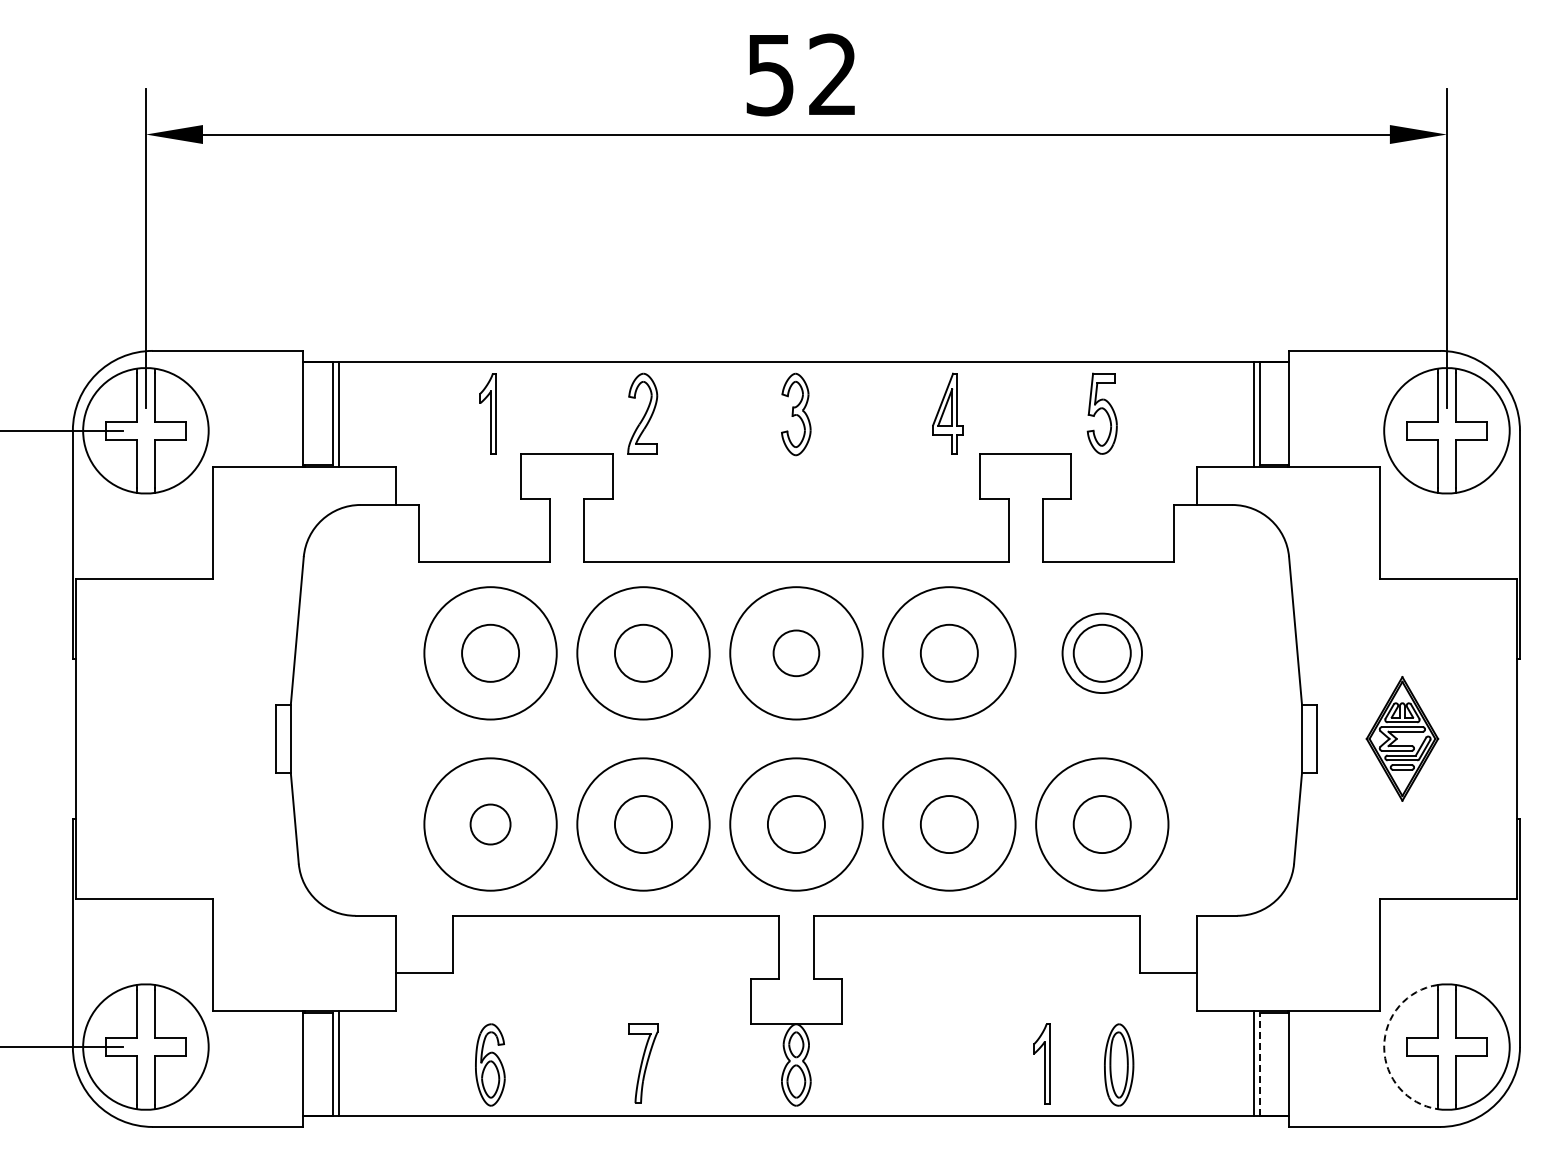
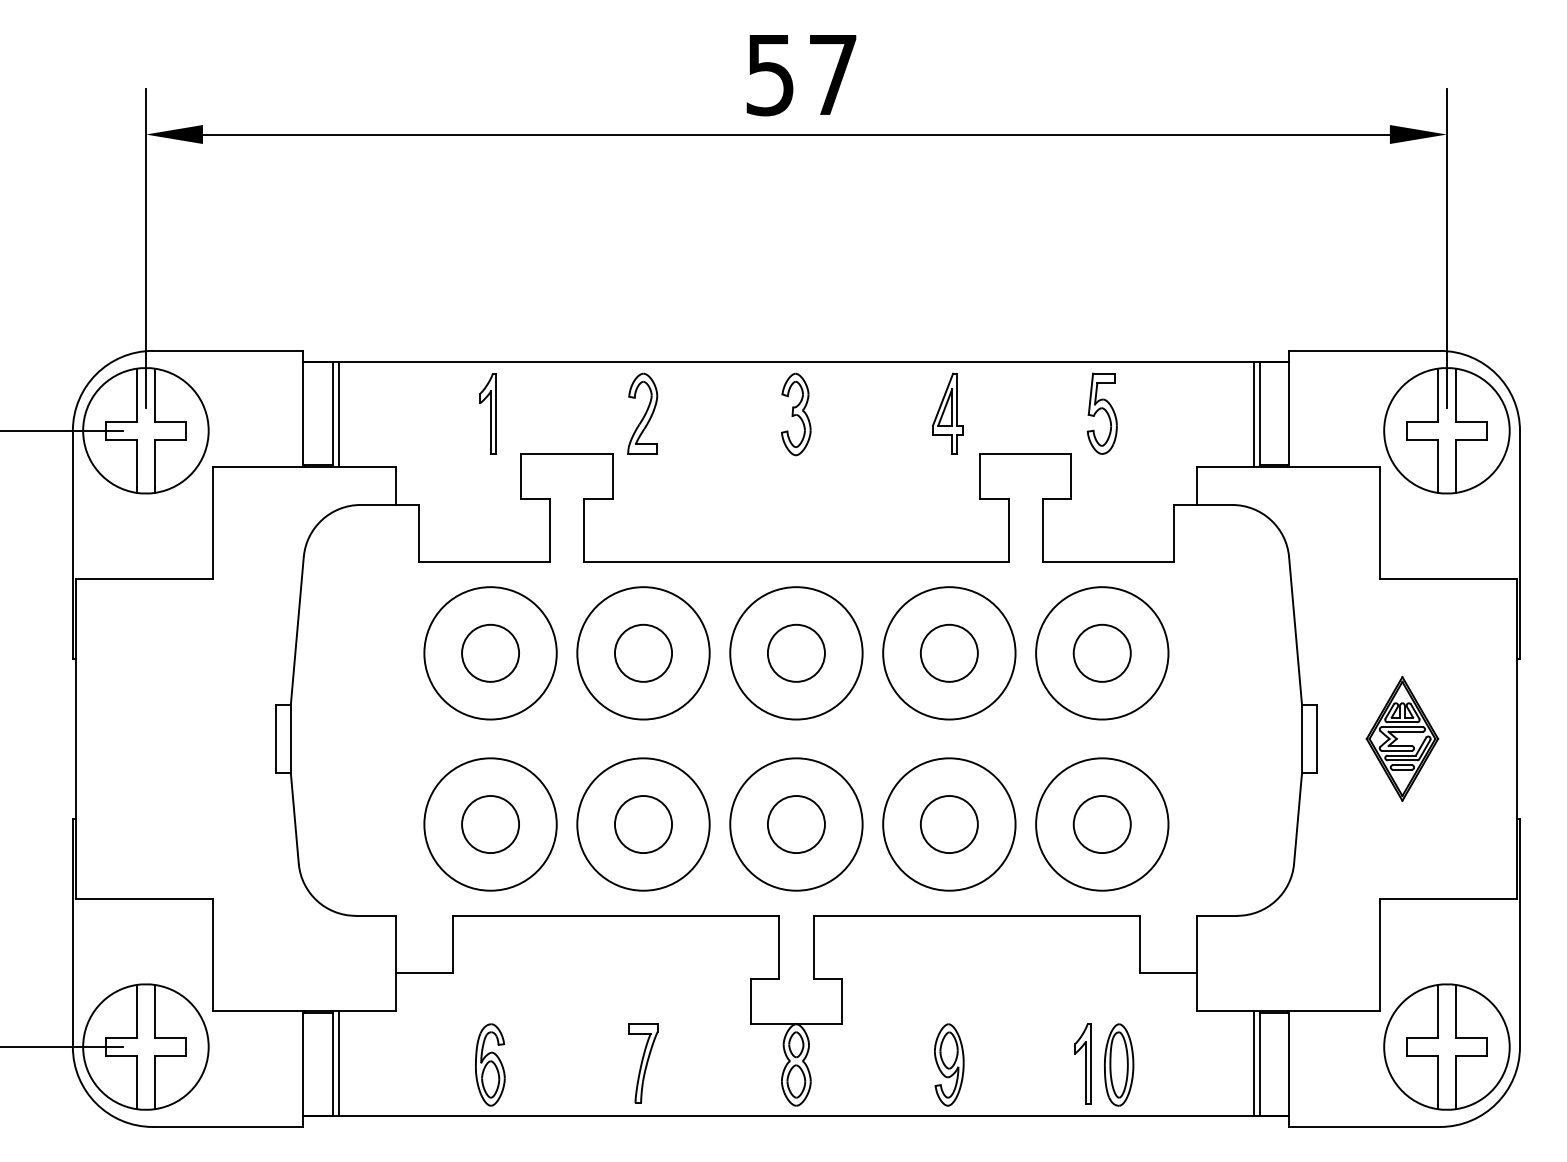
text at (832, 73): 52 -> 57
circle at (796, 653) diameter: 46 px -> 57 px
circle at (1102, 653) diameter: 79 px -> 132 px
circle at (490, 824) diameter: 40 px -> 57 px
arc at (1384, 1047): dashed -> solid
part at (1041, 1063) position: (1041, 1063) -> (1082, 1063)
line at (1259, 1063): dashed -> solid
part at (949, 1064): none -> present
